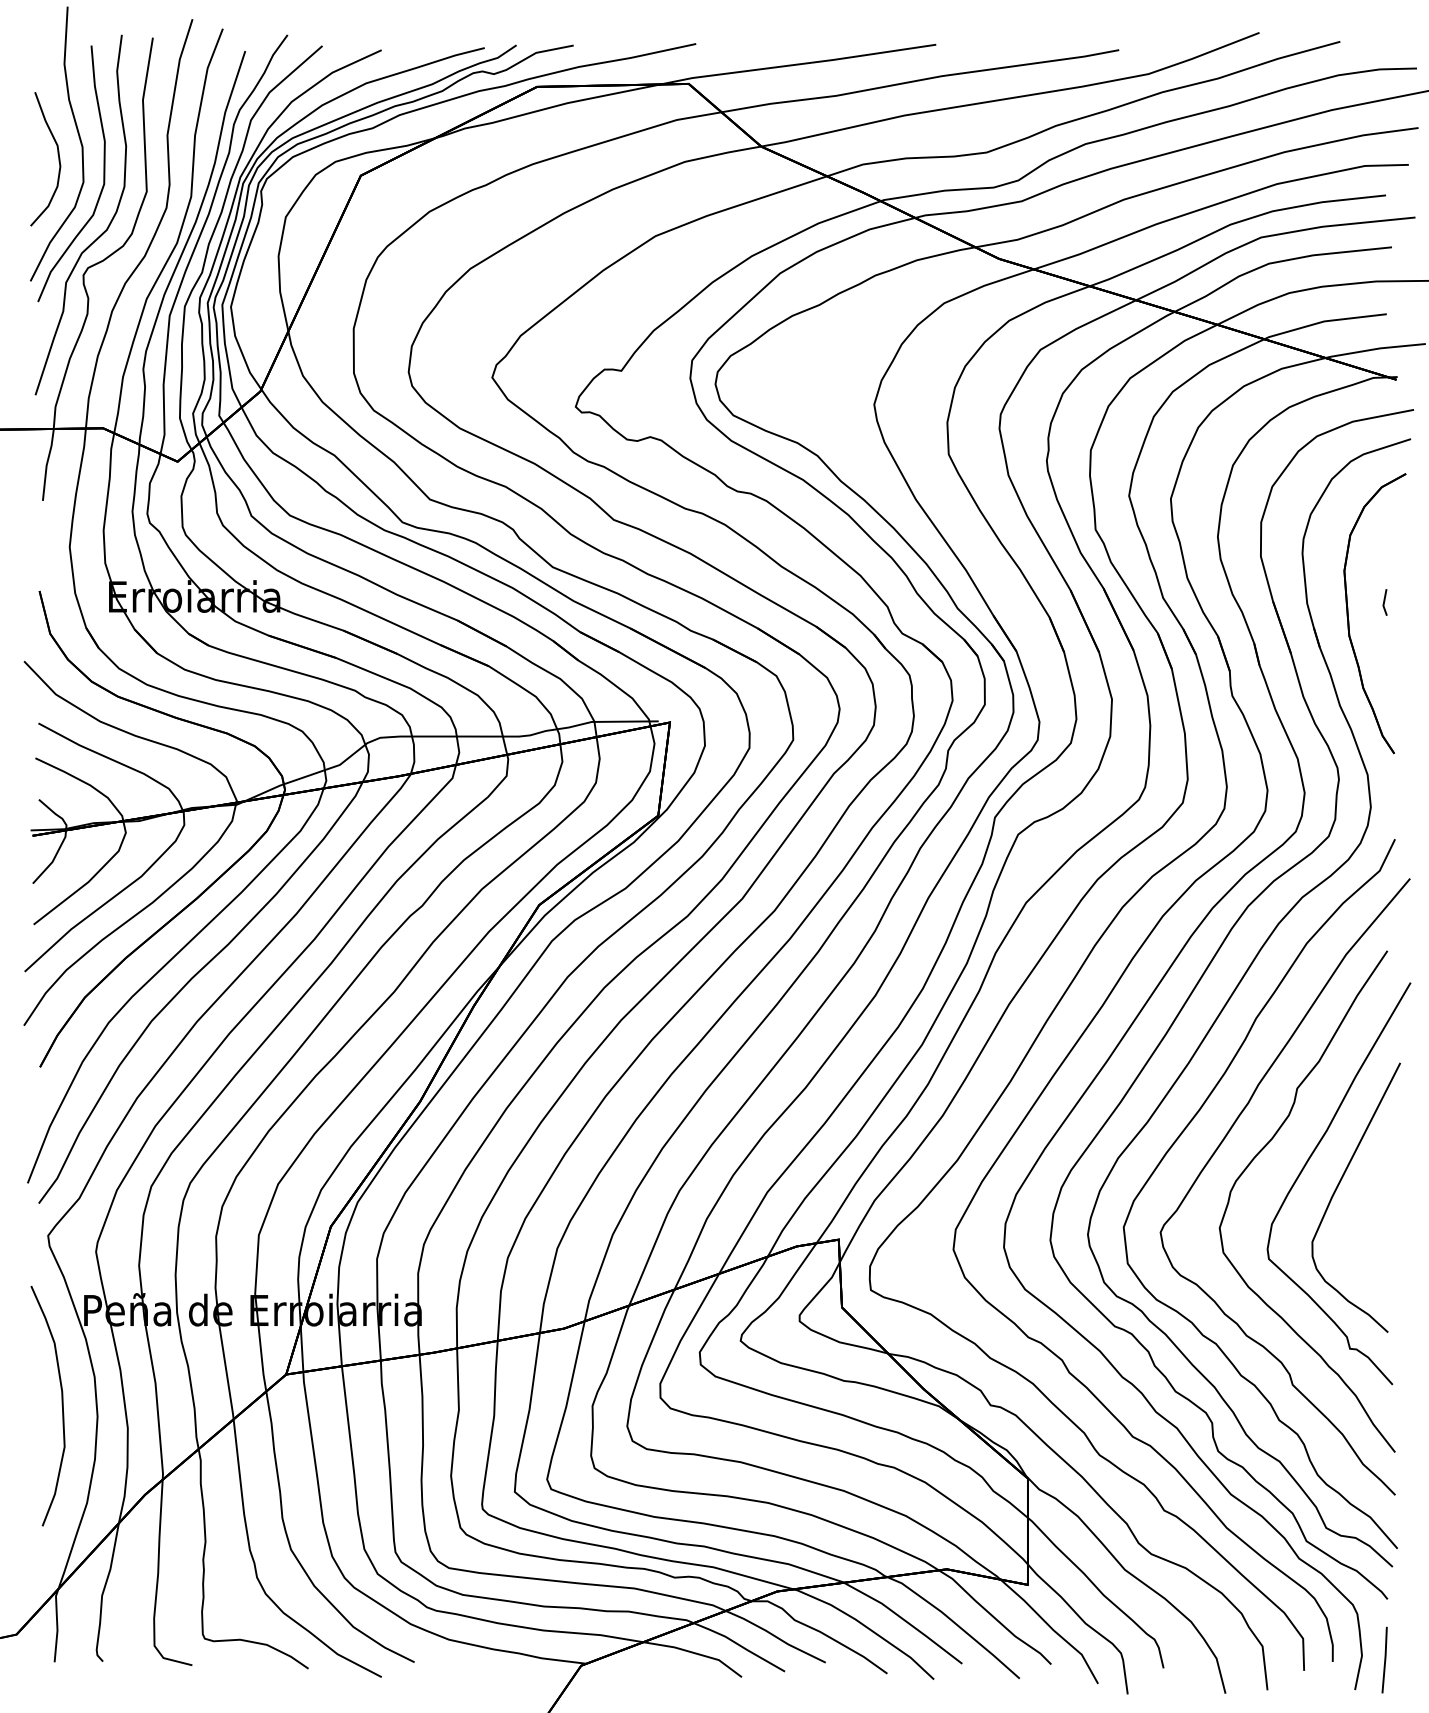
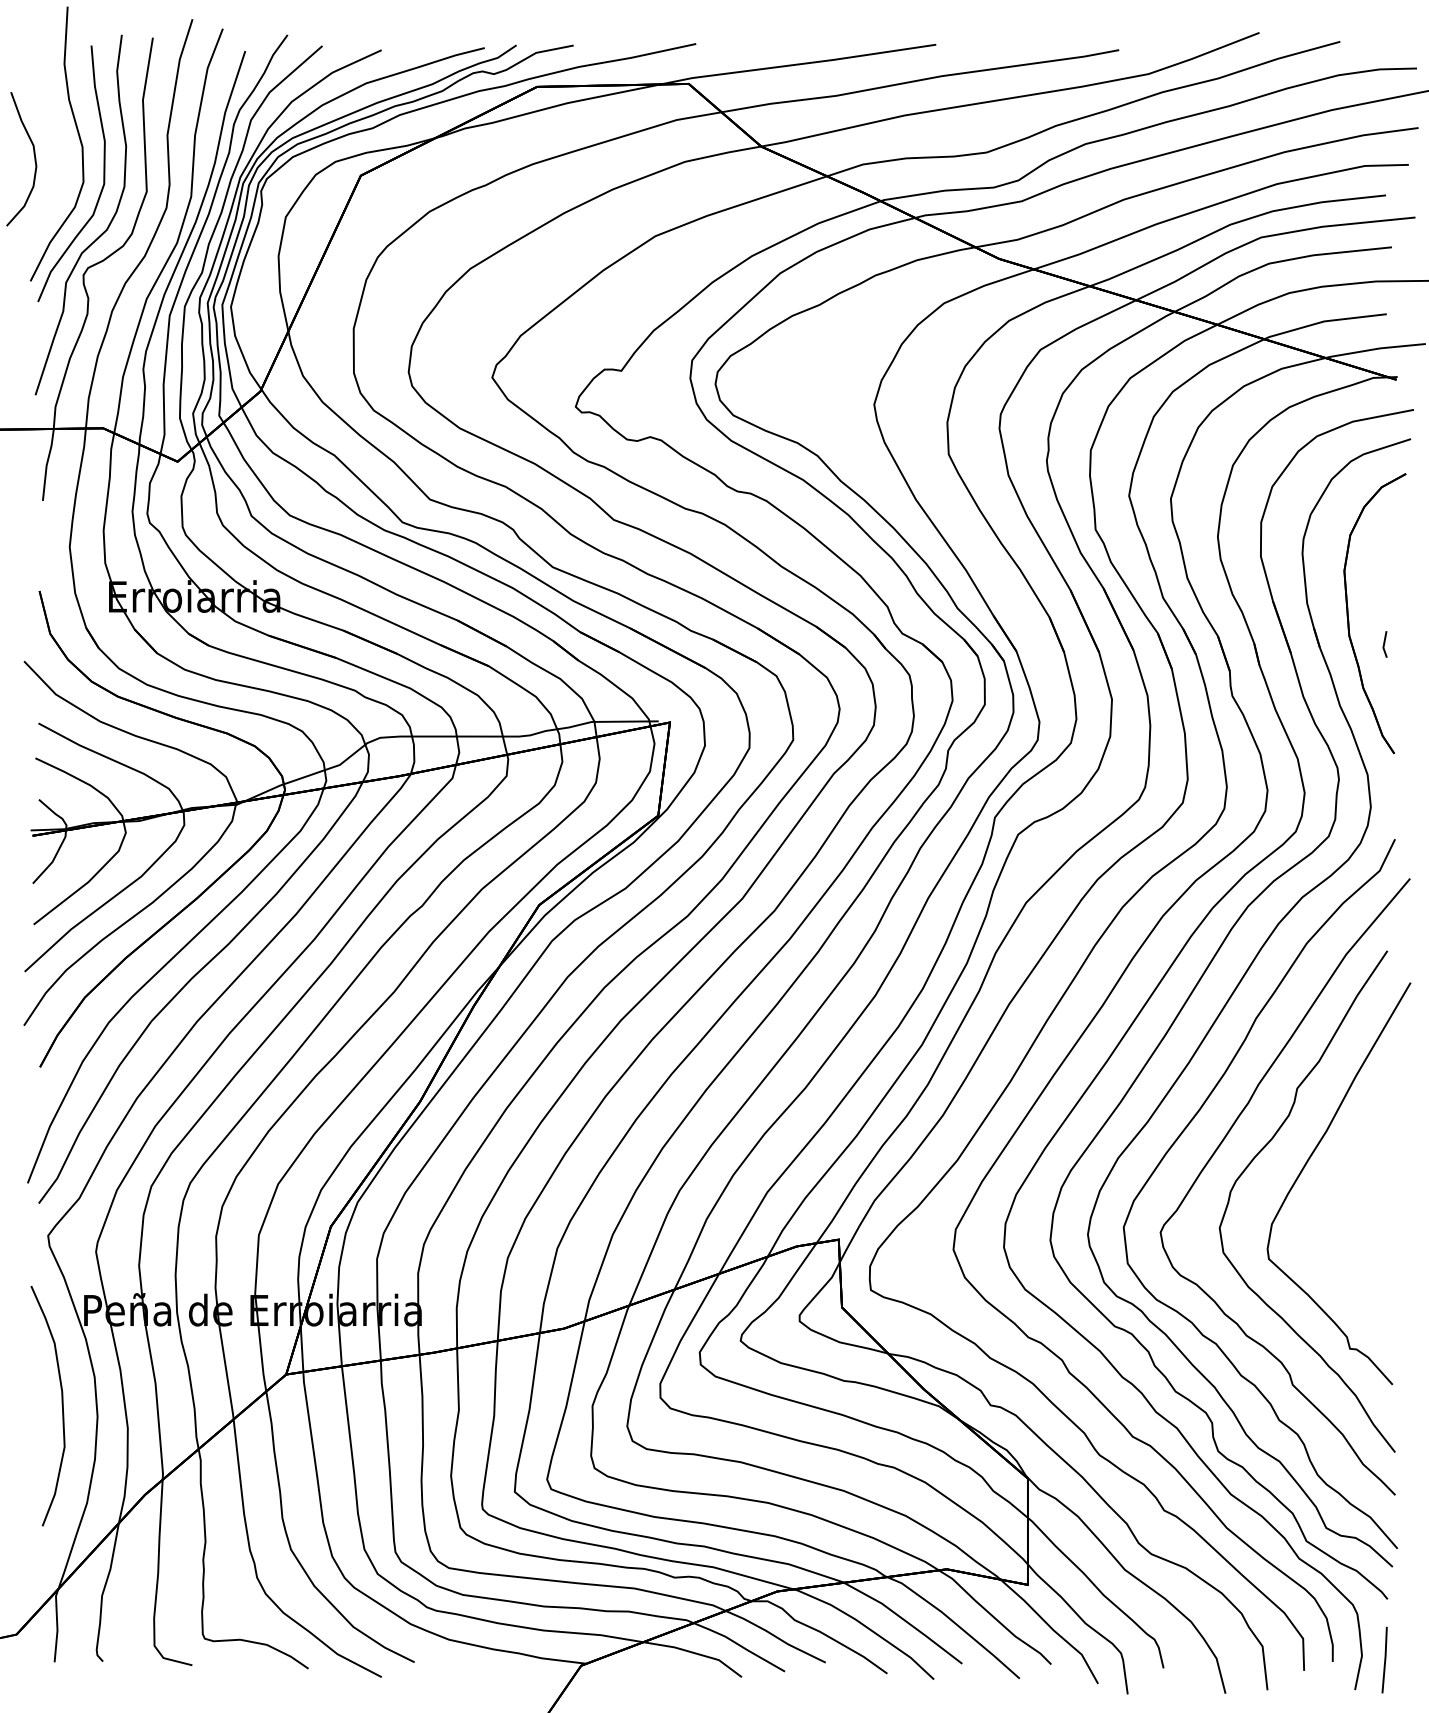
curve at (57, 154) position: (57, 154) -> (33, 154)
part at (1384, 602) position: (1384, 602) -> (1384, 644)
part at (1338, 1187): present -> none
